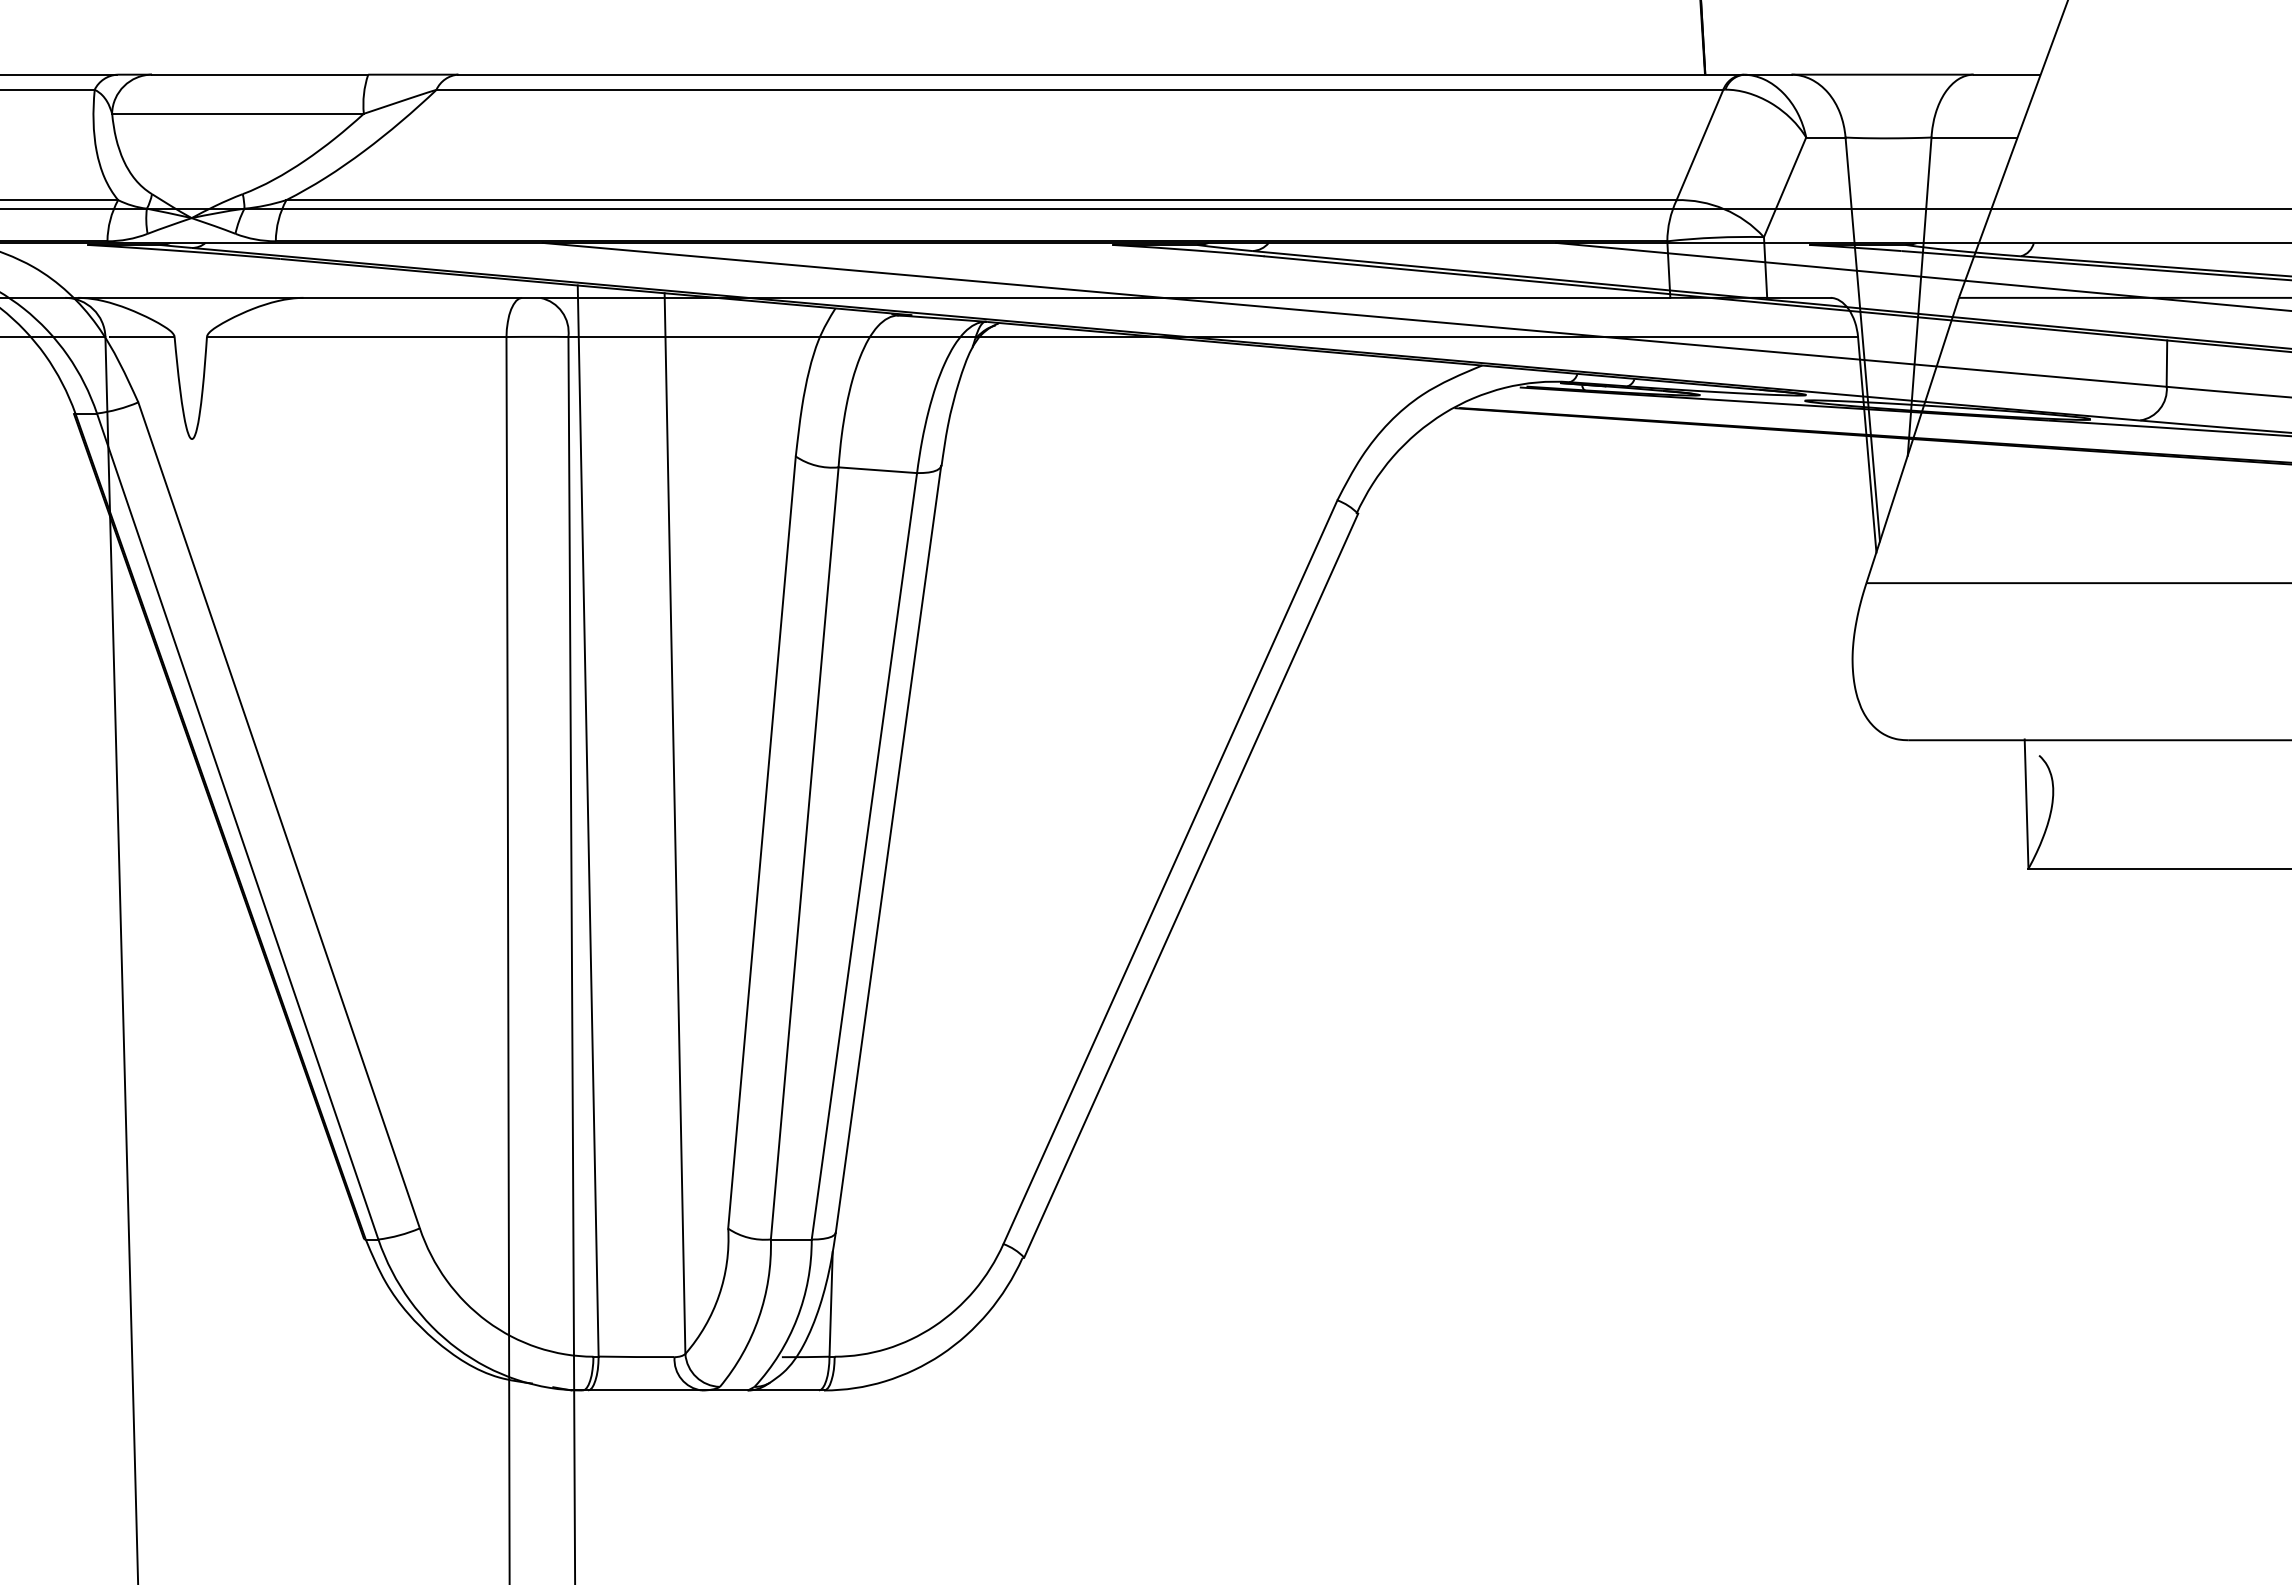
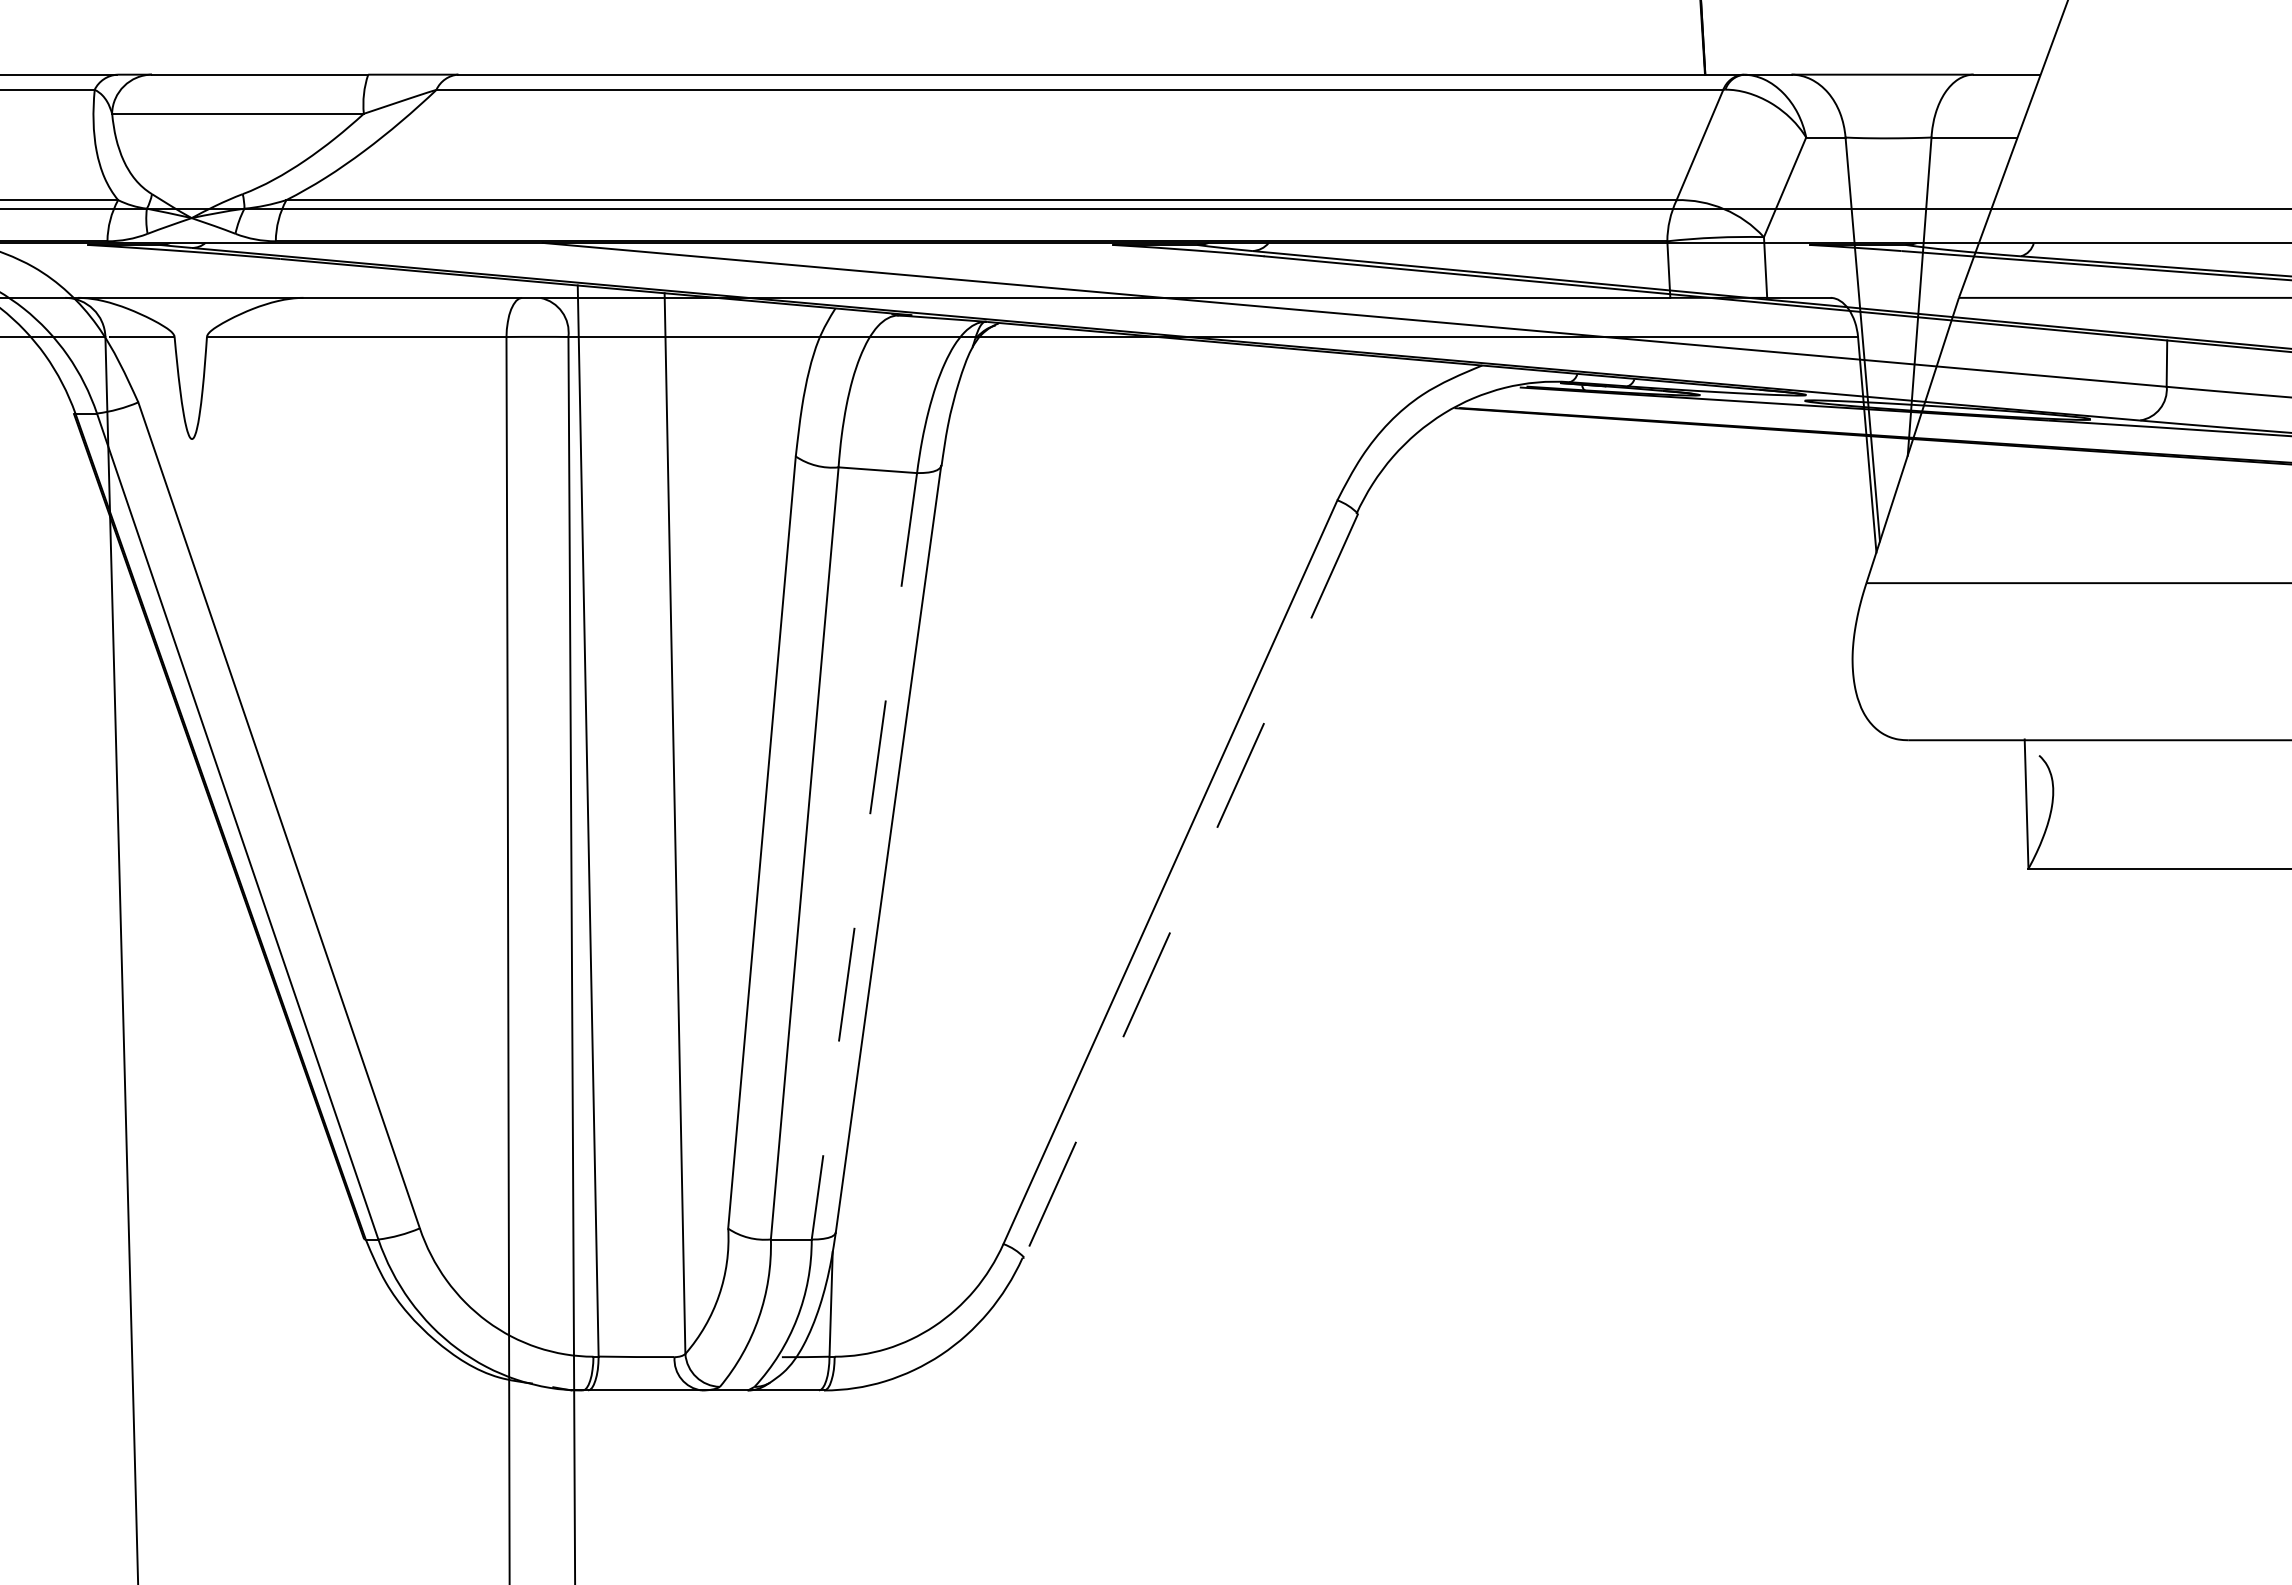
line at (1922, 276): present -> none
line at (864, 856): solid -> dashed
line at (1191, 885): solid -> dashed
